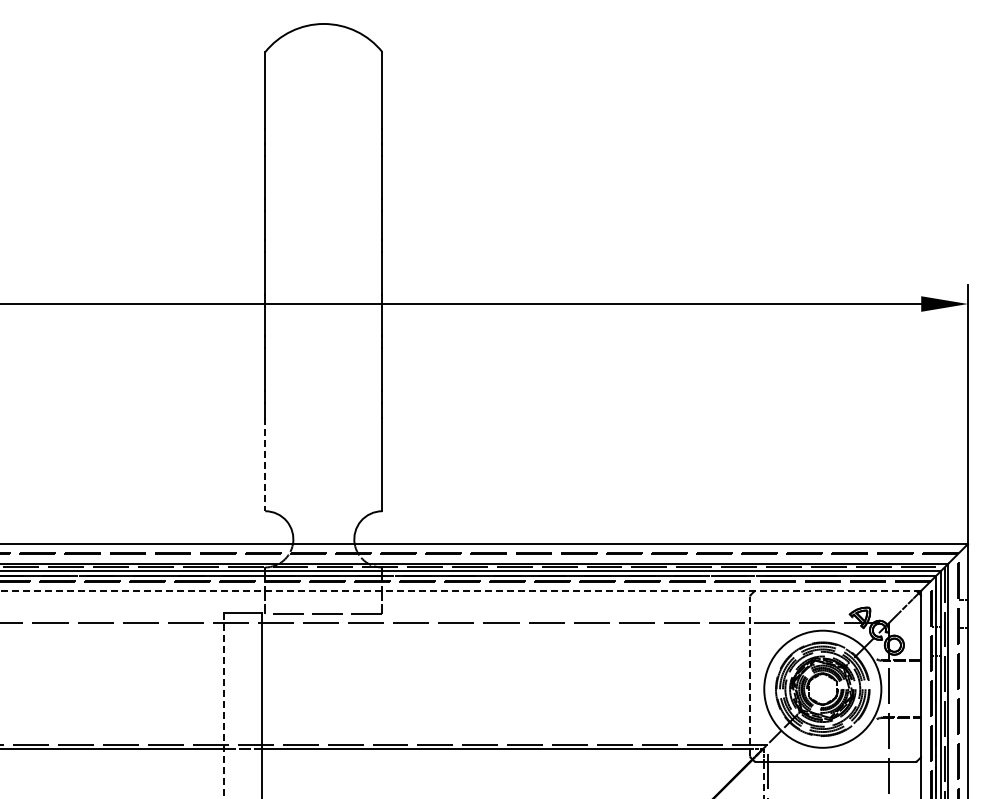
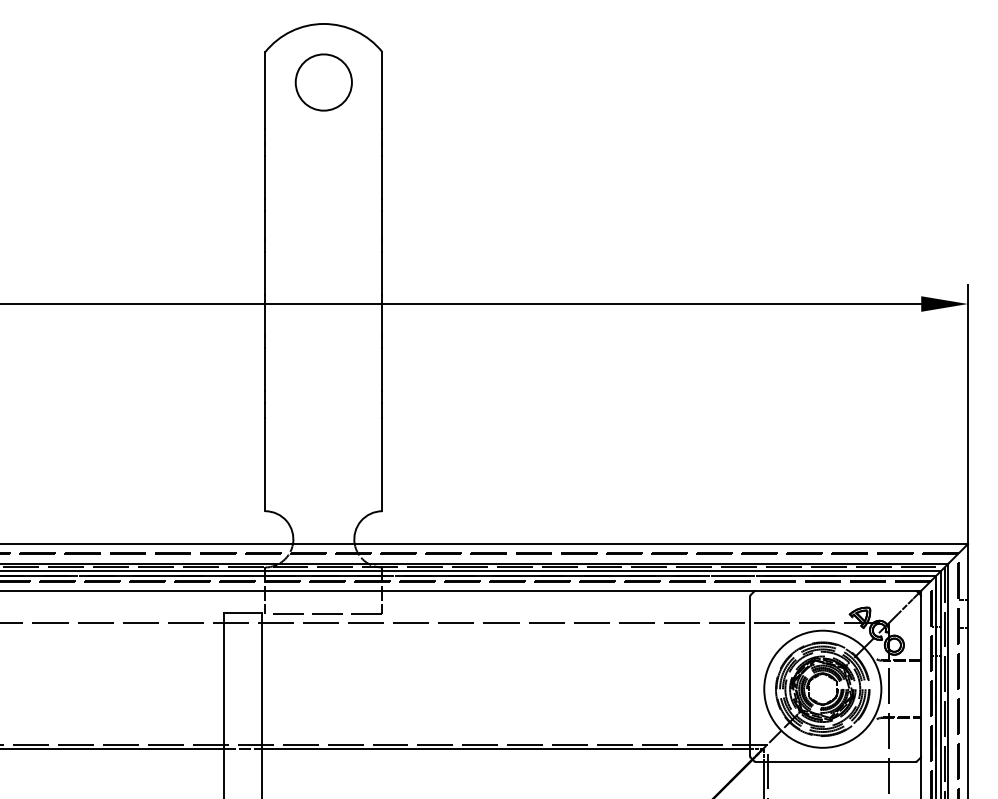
circle at (323, 82): none -> present
line at (265, 464): dashed -> solid
line at (460, 590): dashed -> solid
line at (750, 676): dashed -> solid
line at (224, 706): dashed -> solid
line at (763, 780): dashed -> solid
